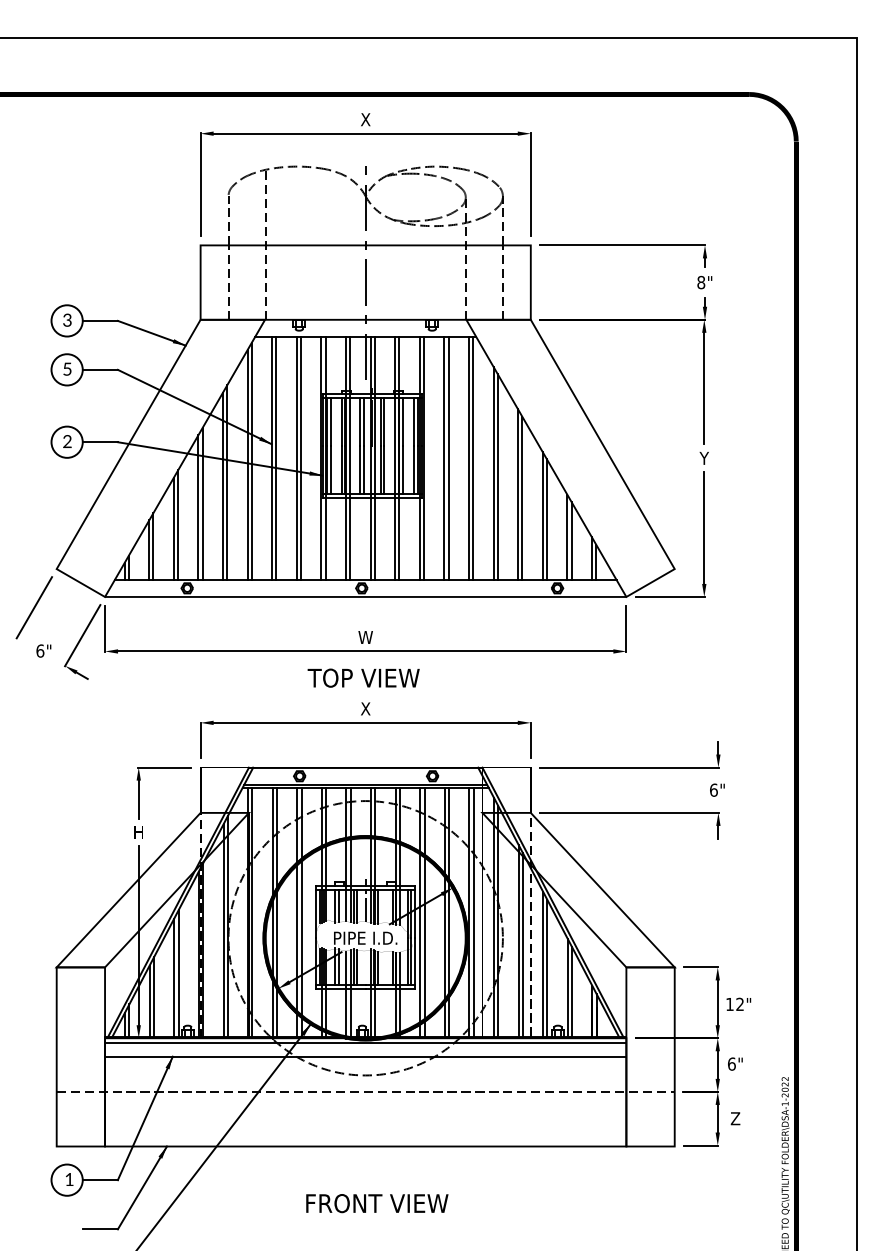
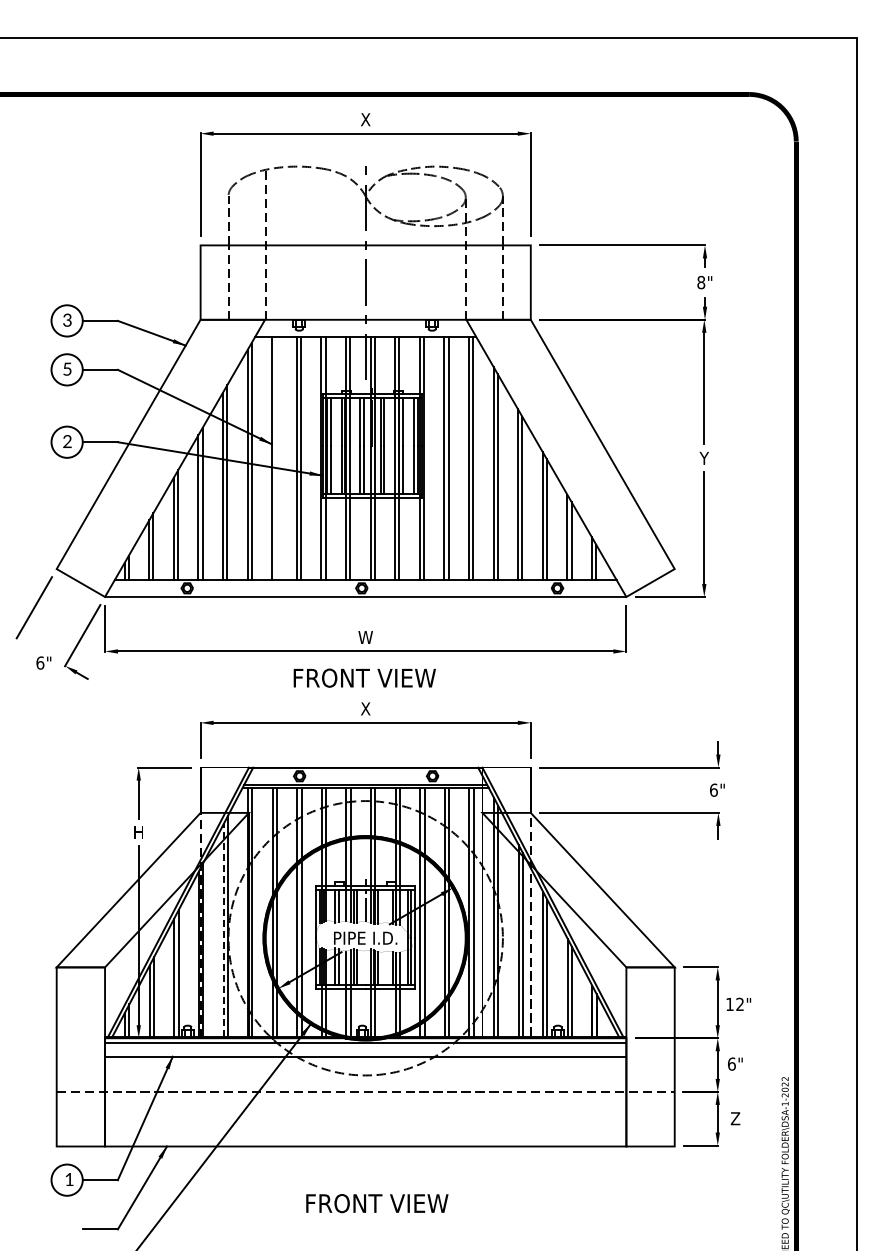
line at (276, 457): present -> none
text at (43, 650) position: (43, 650) -> (43, 662)
text at (364, 677): TOP VIEW -> FRONT VIEW
line at (223, 930): solid -> dashed
